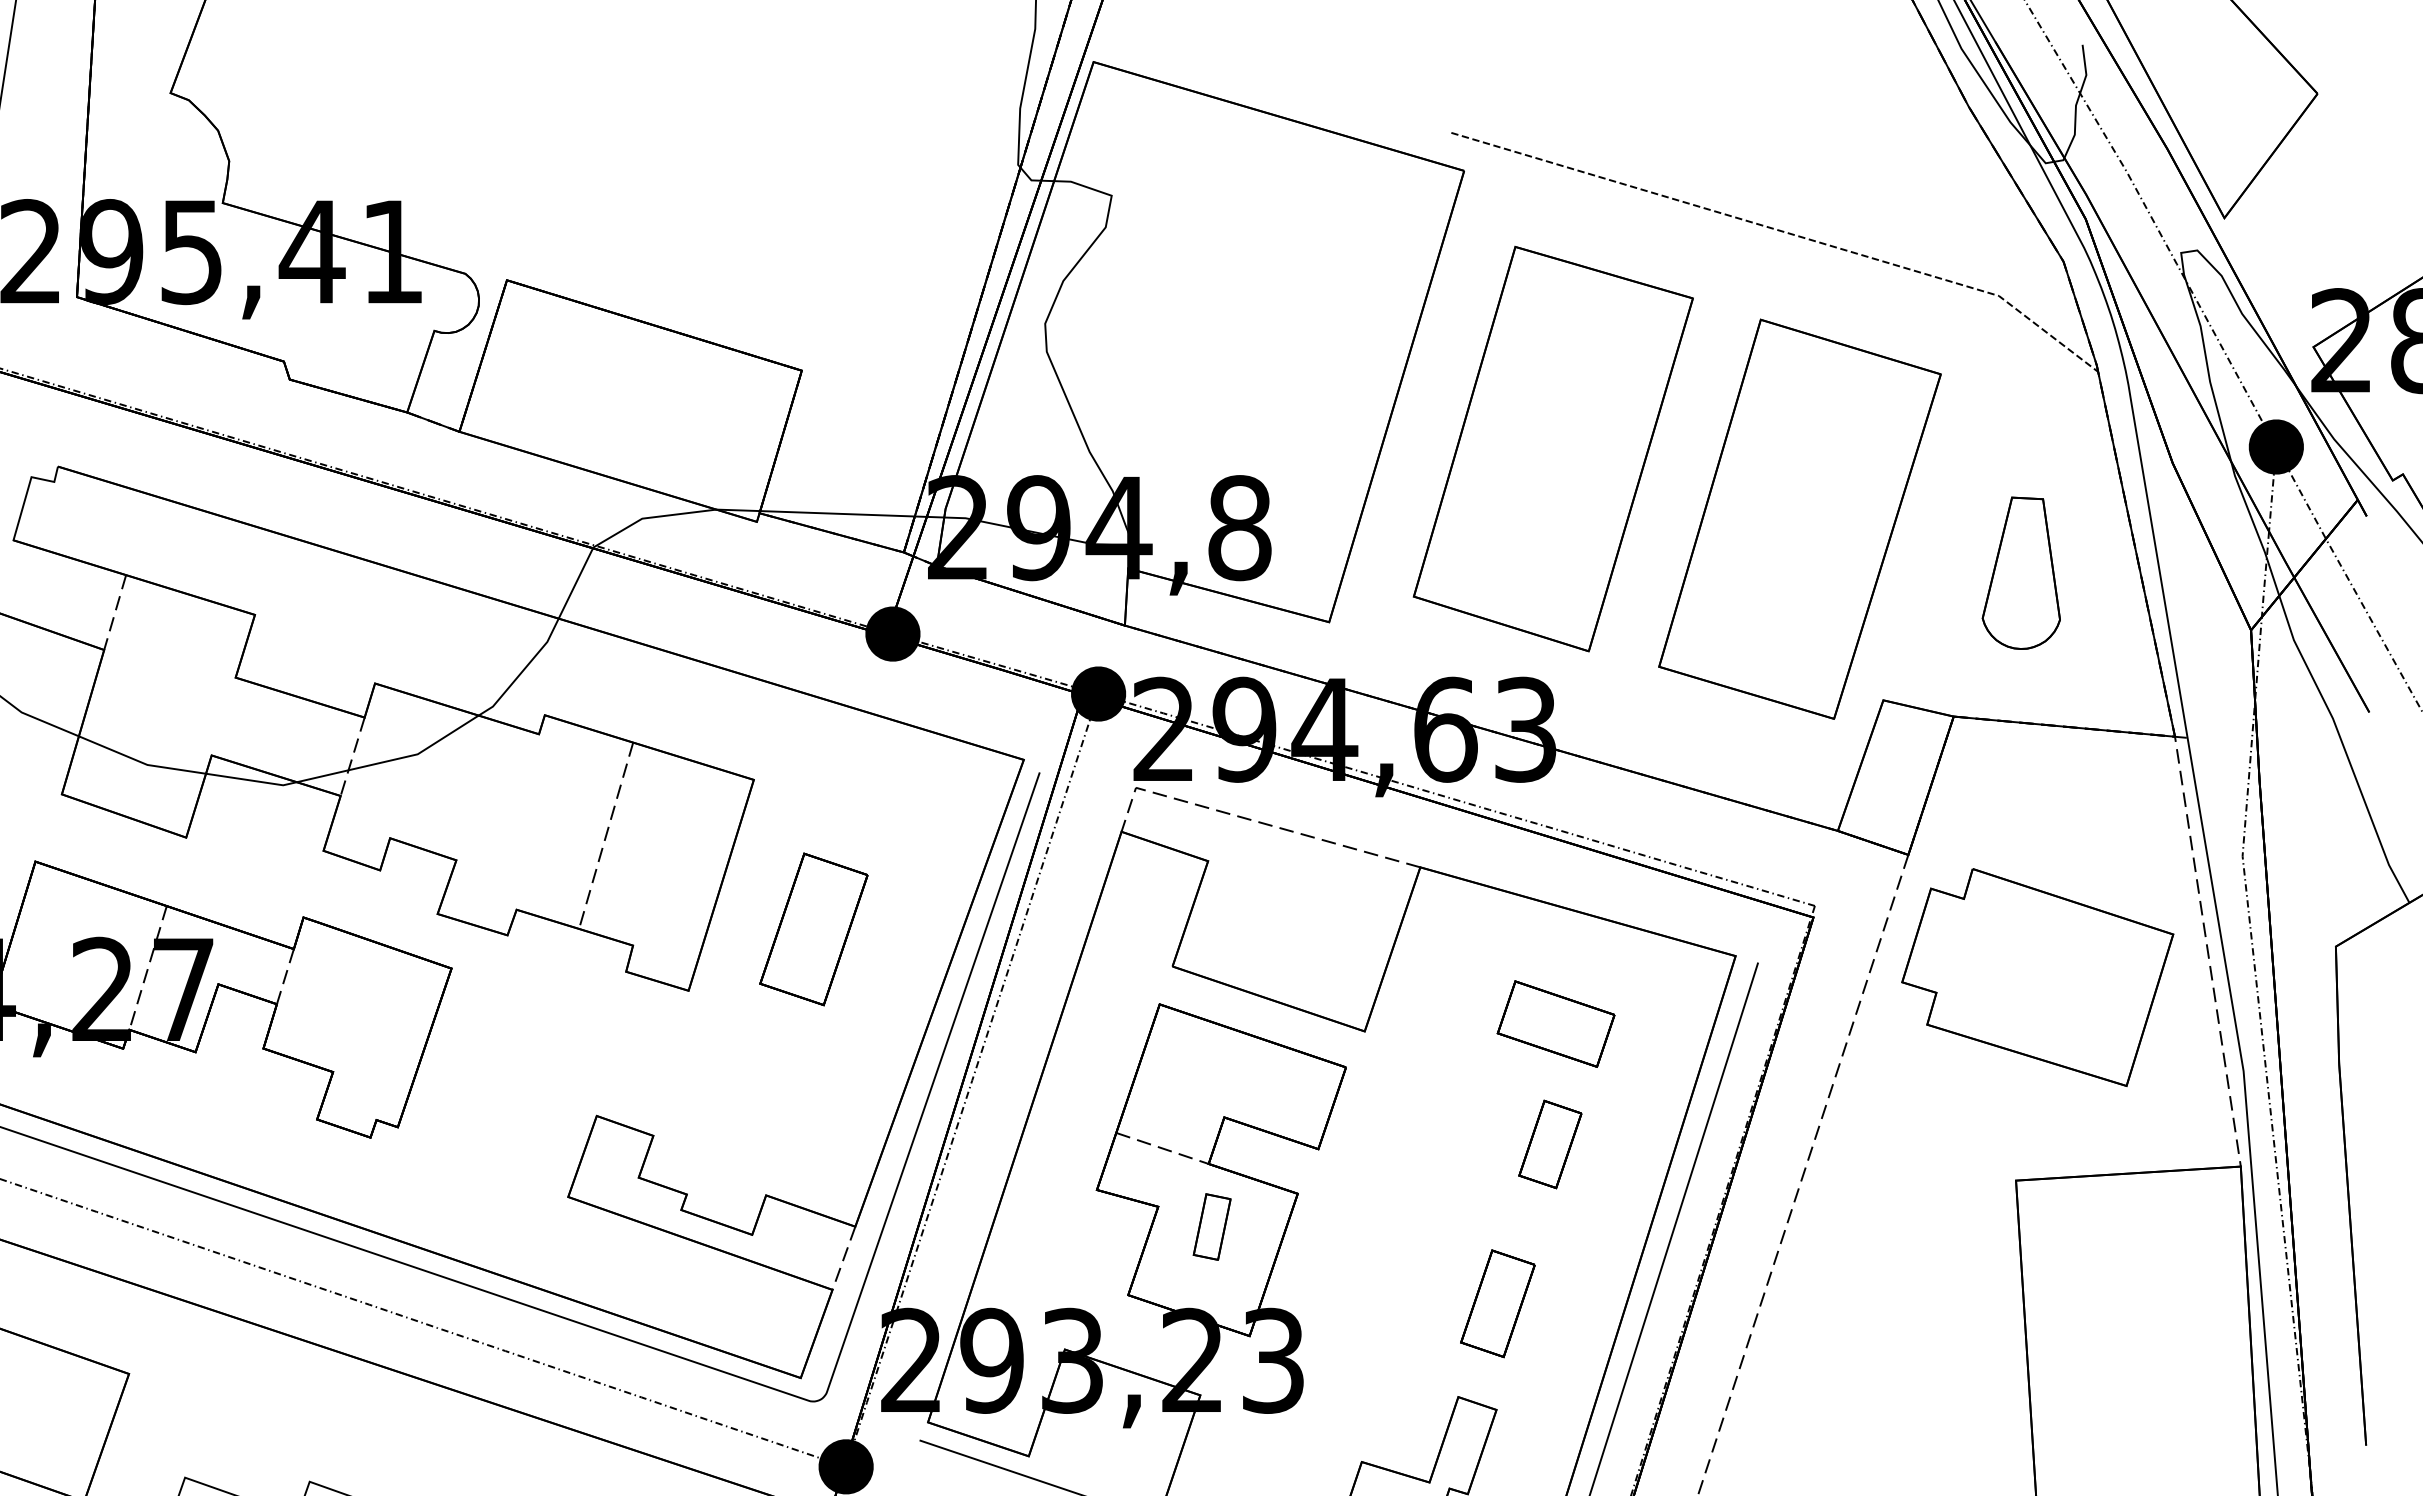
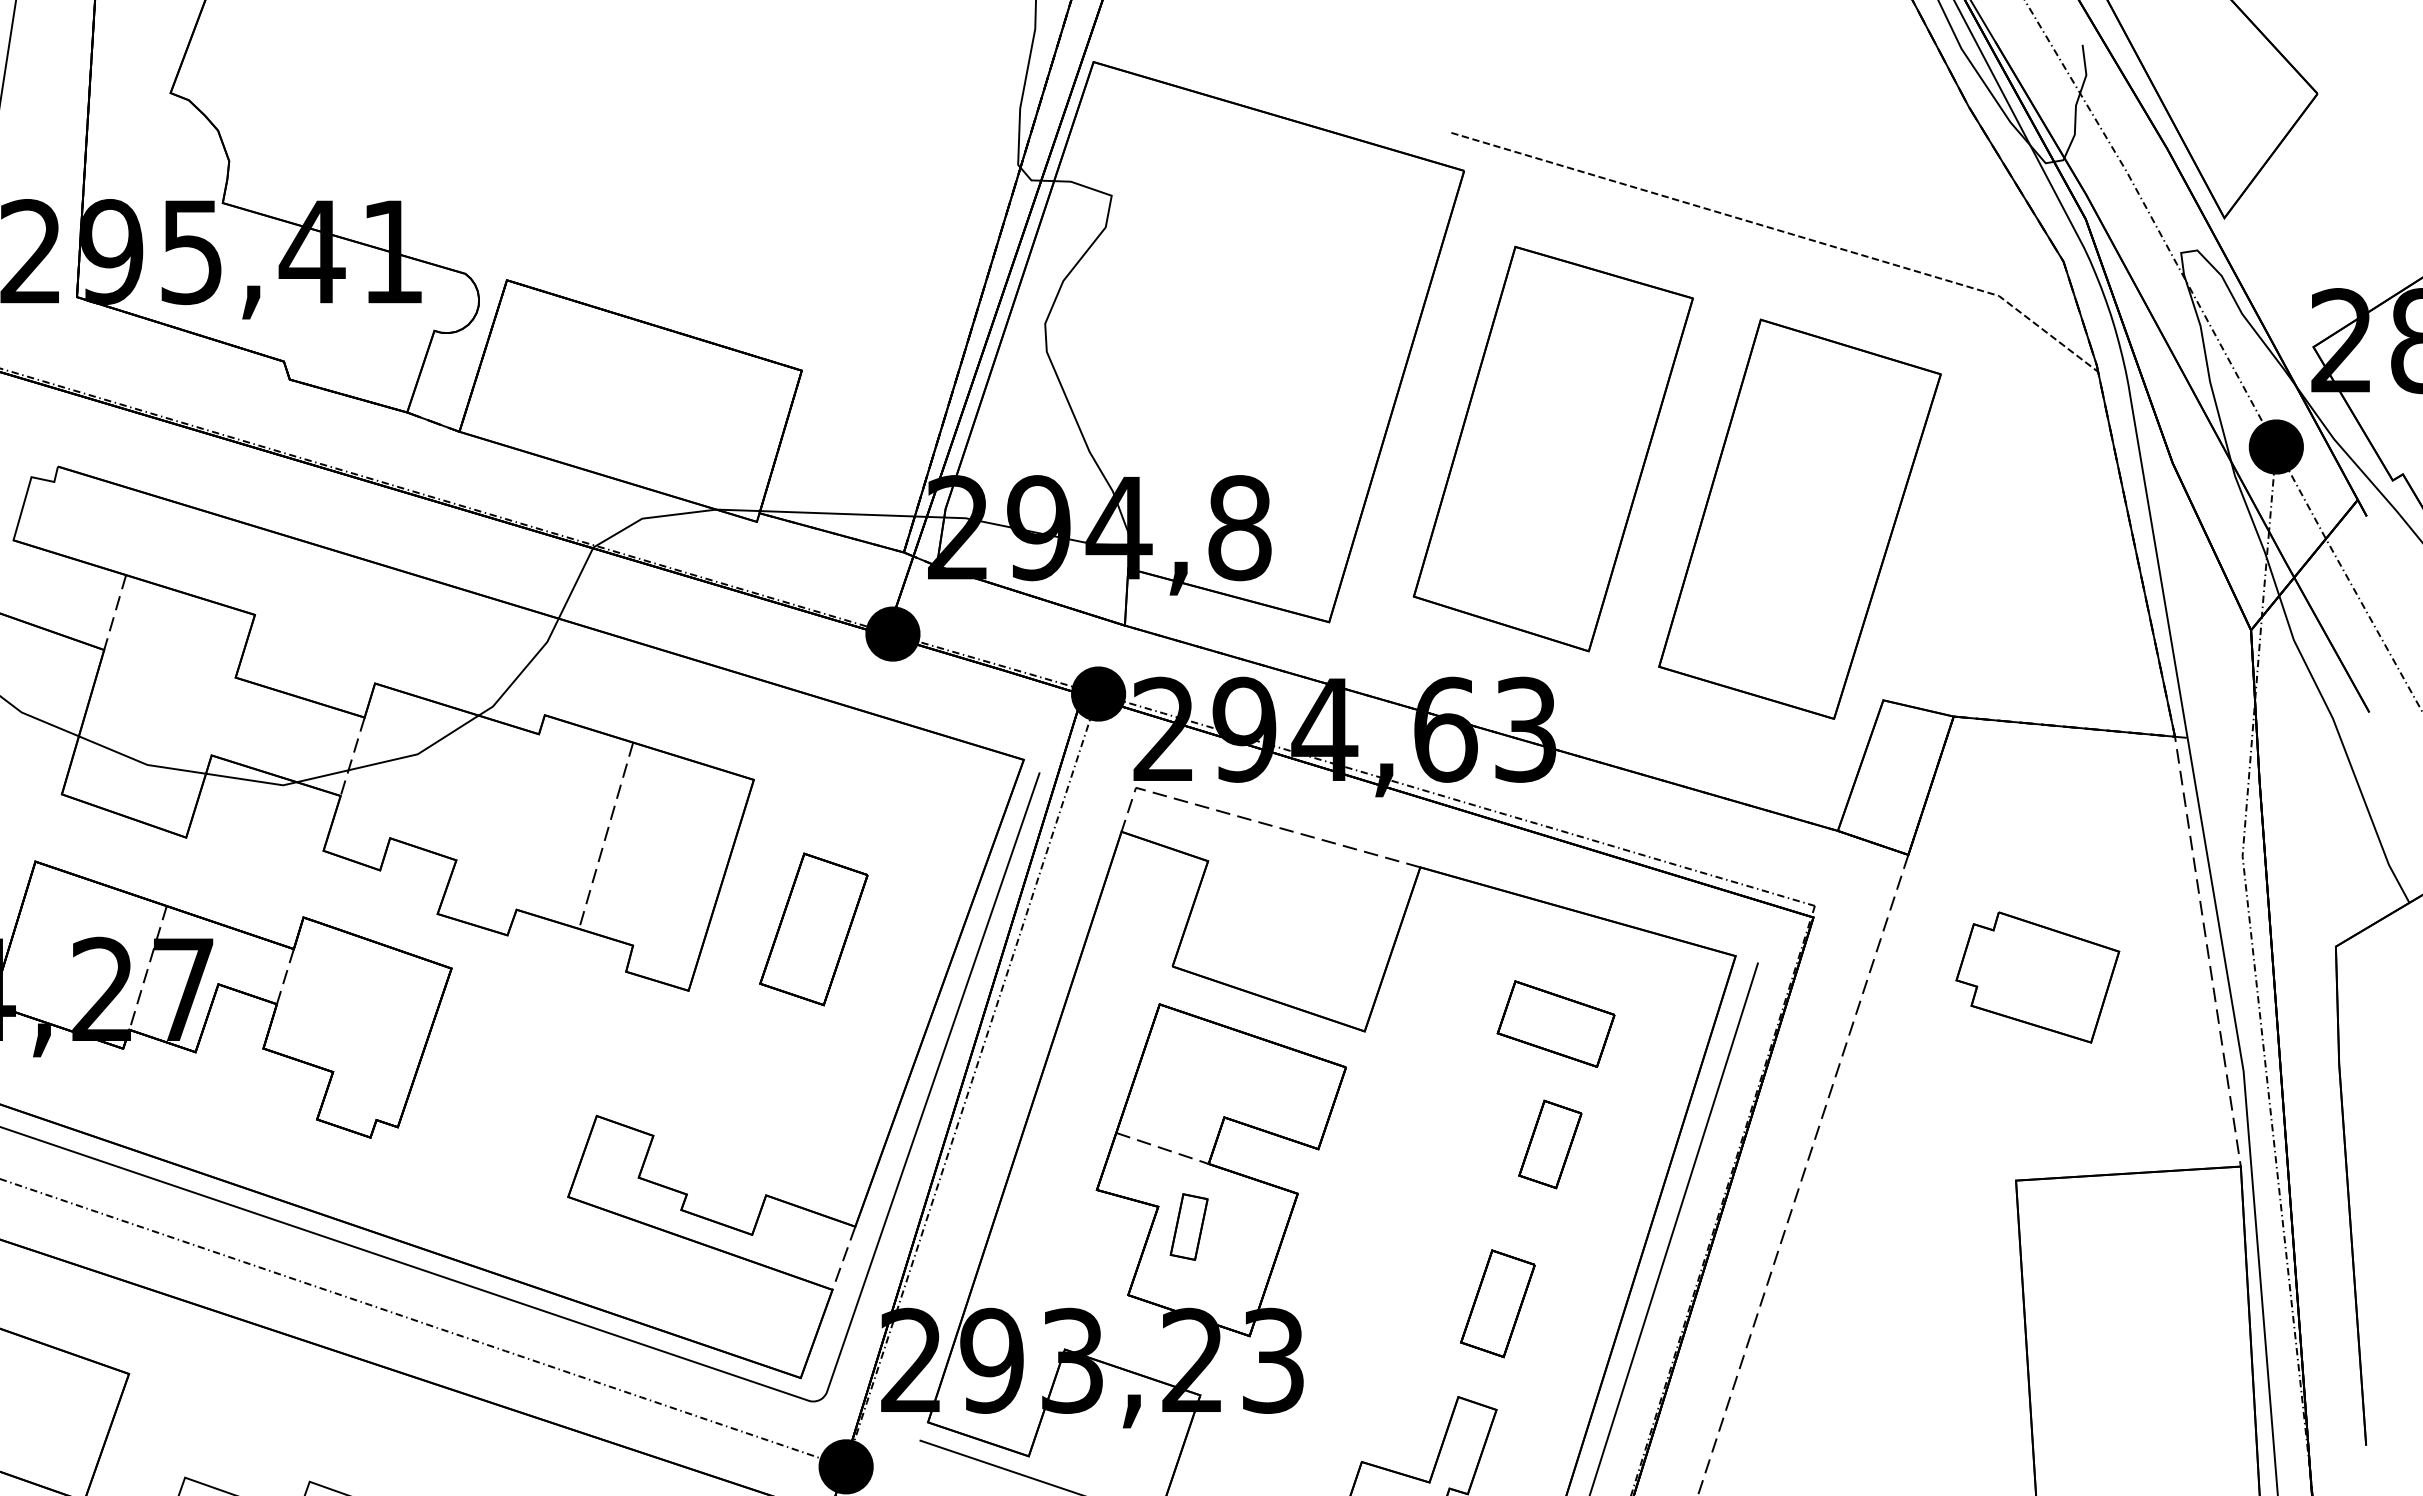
part at (2020, 572): present -> none
part at (2037, 977) size: 274x219 px -> 166x133 px
part at (1211, 1226) position: (1211, 1226) -> (1188, 1226)
